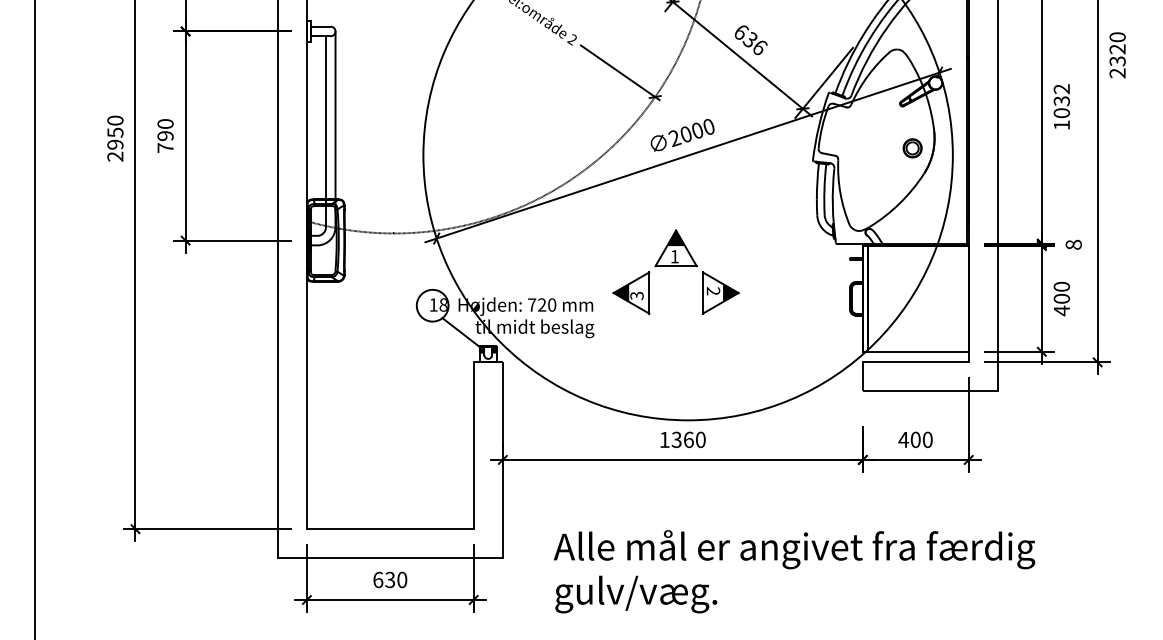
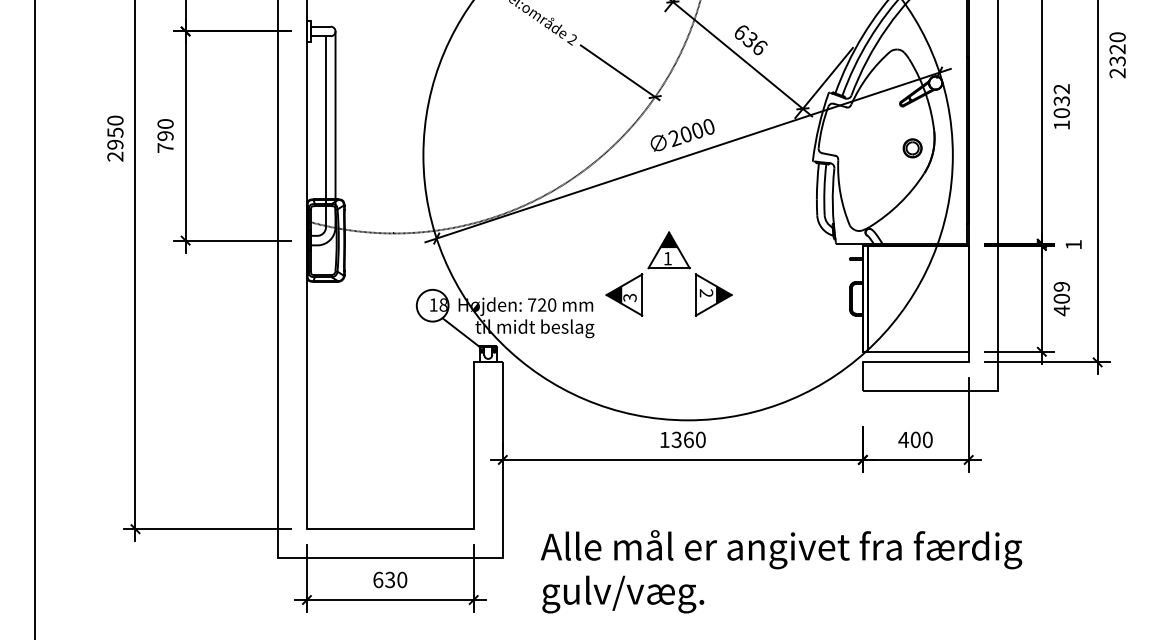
text at (1073, 244): 8 -> 1
part at (675, 271) position: (675, 271) -> (668, 273)
text at (1061, 286): 400 -> 409
text at (794, 571) position: (794, 571) -> (781, 571)
